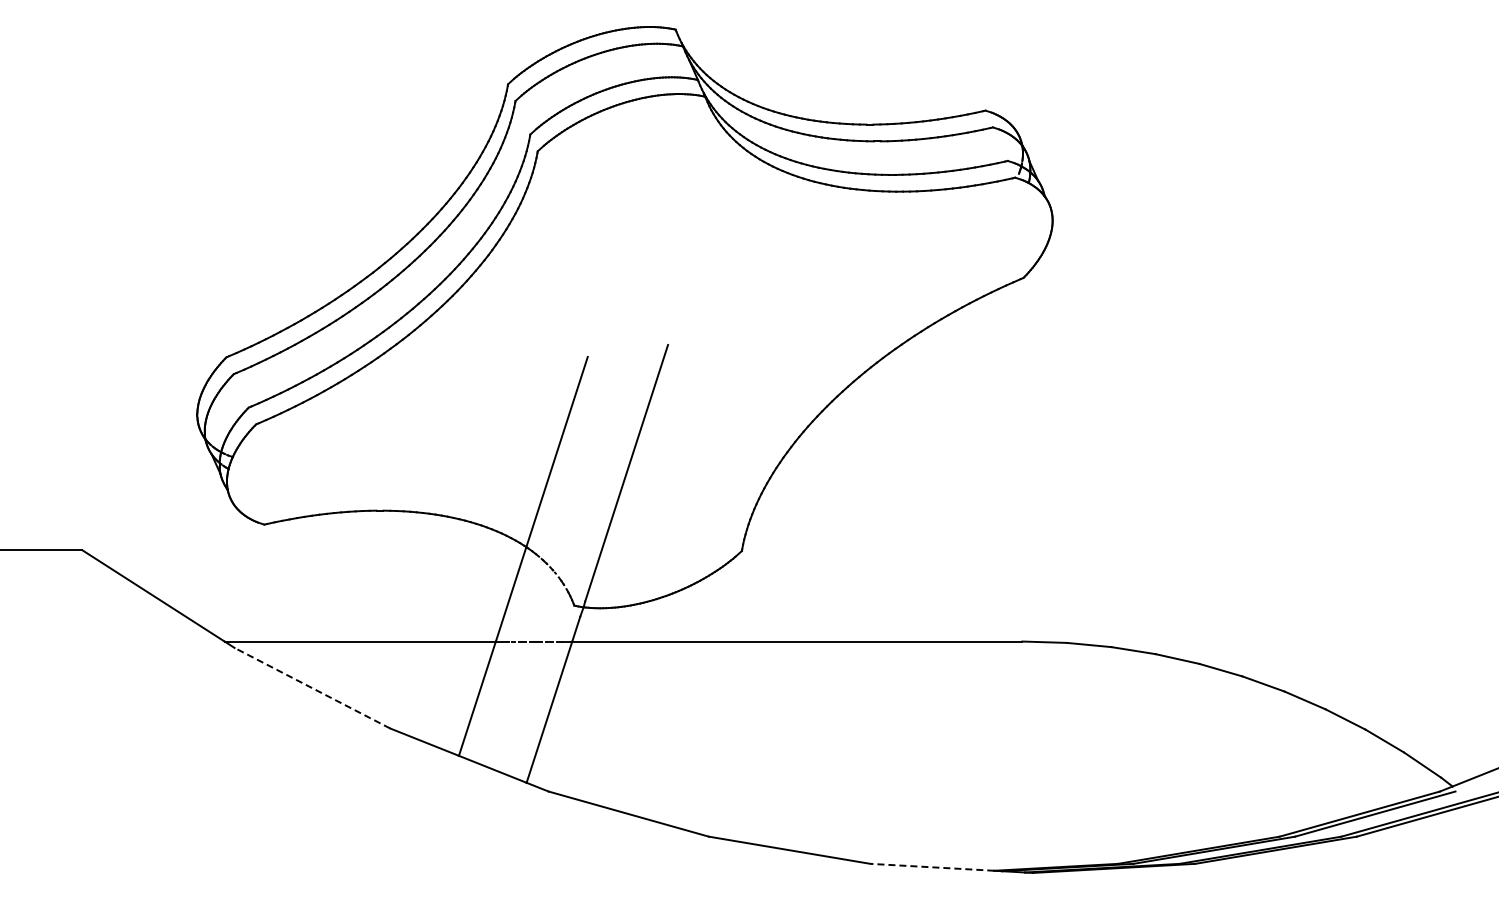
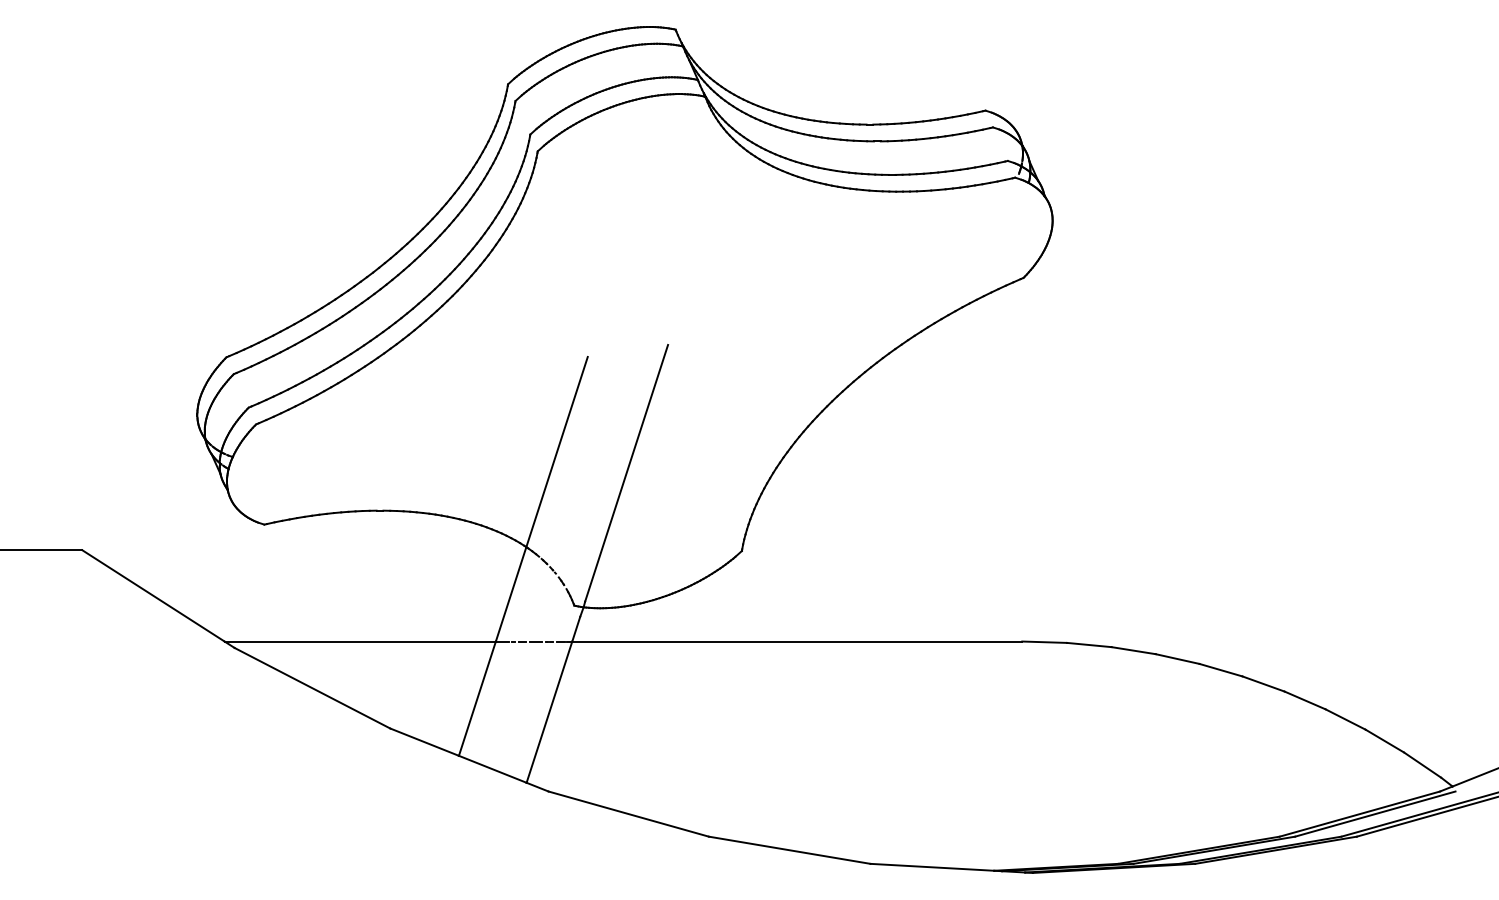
line at (312, 688): dashed -> solid
line at (932, 867): dashed -> solid
